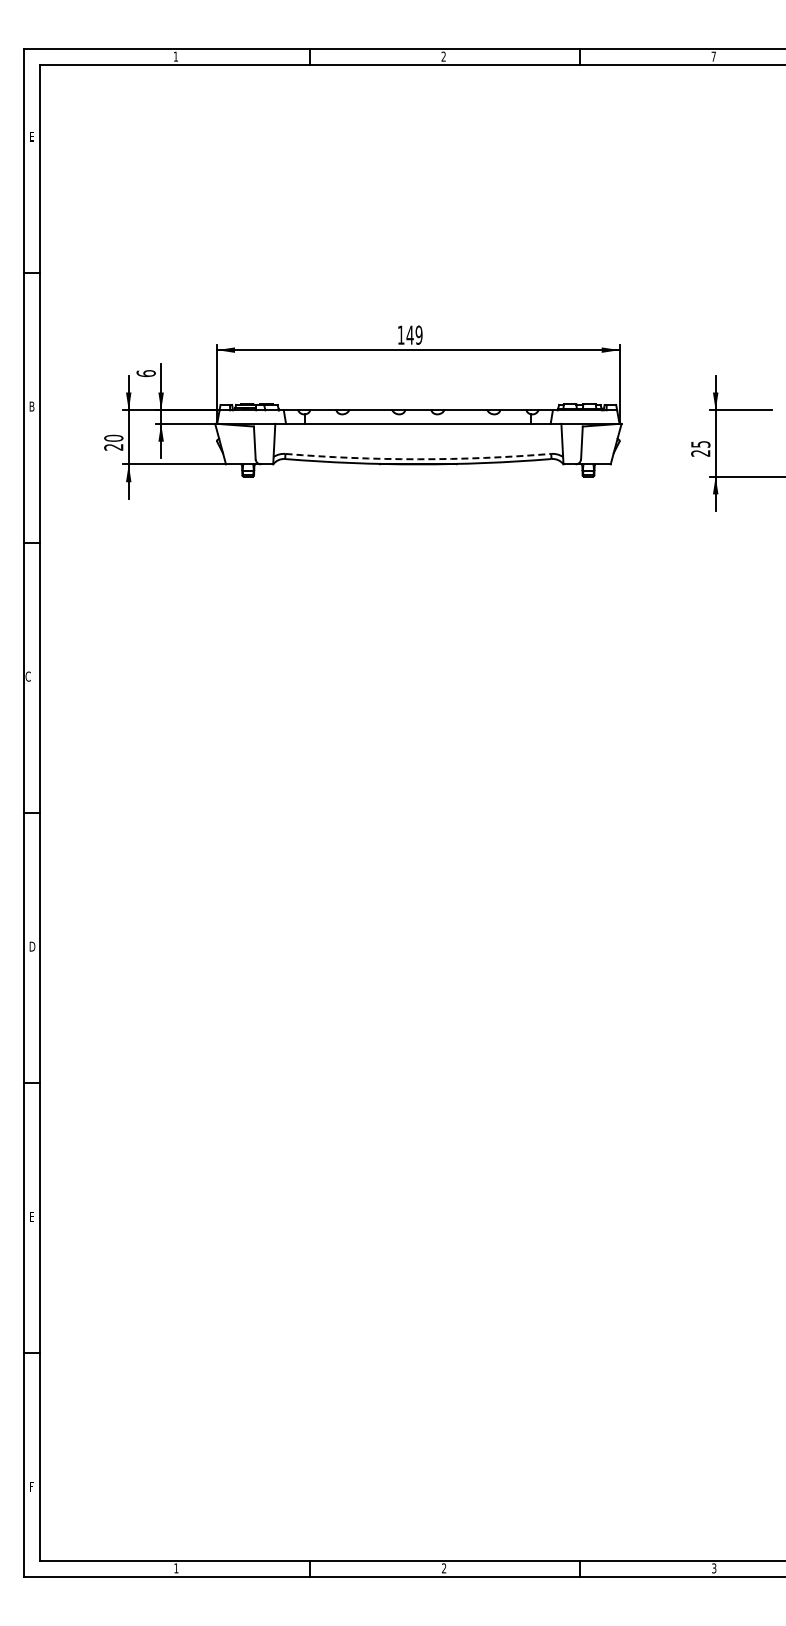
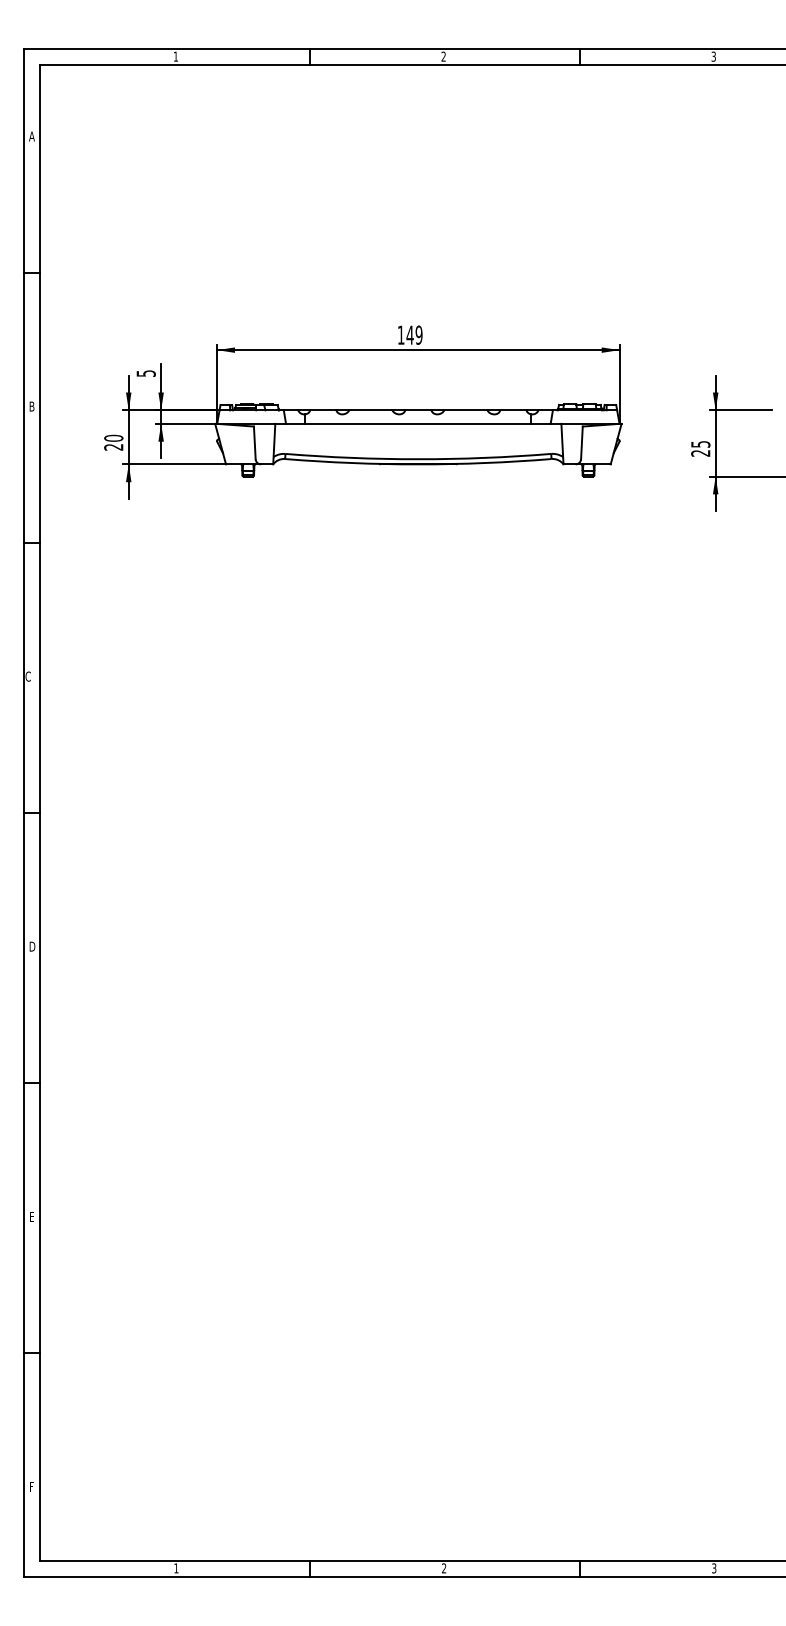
text at (713, 56): 7 -> 3
text at (31, 136): E -> A
text at (145, 373): 6 -> 5
arc at (418, 459): dashed -> solid
